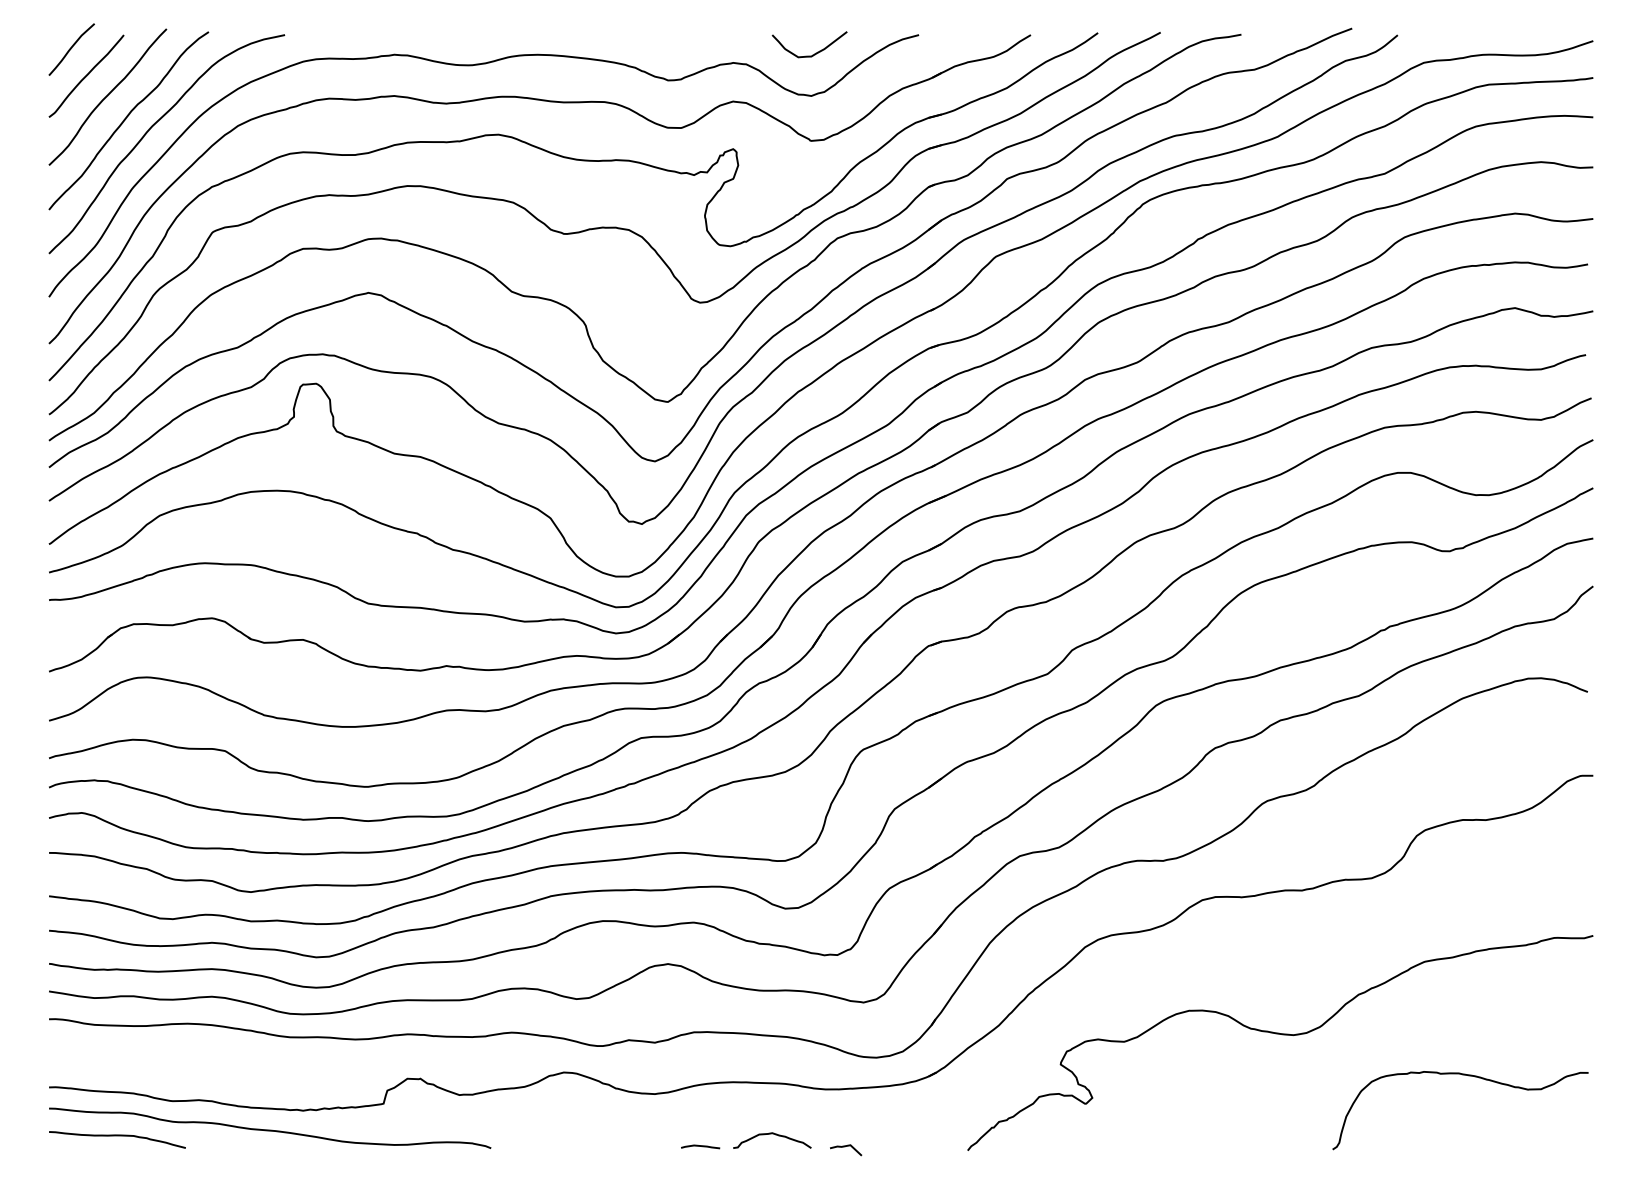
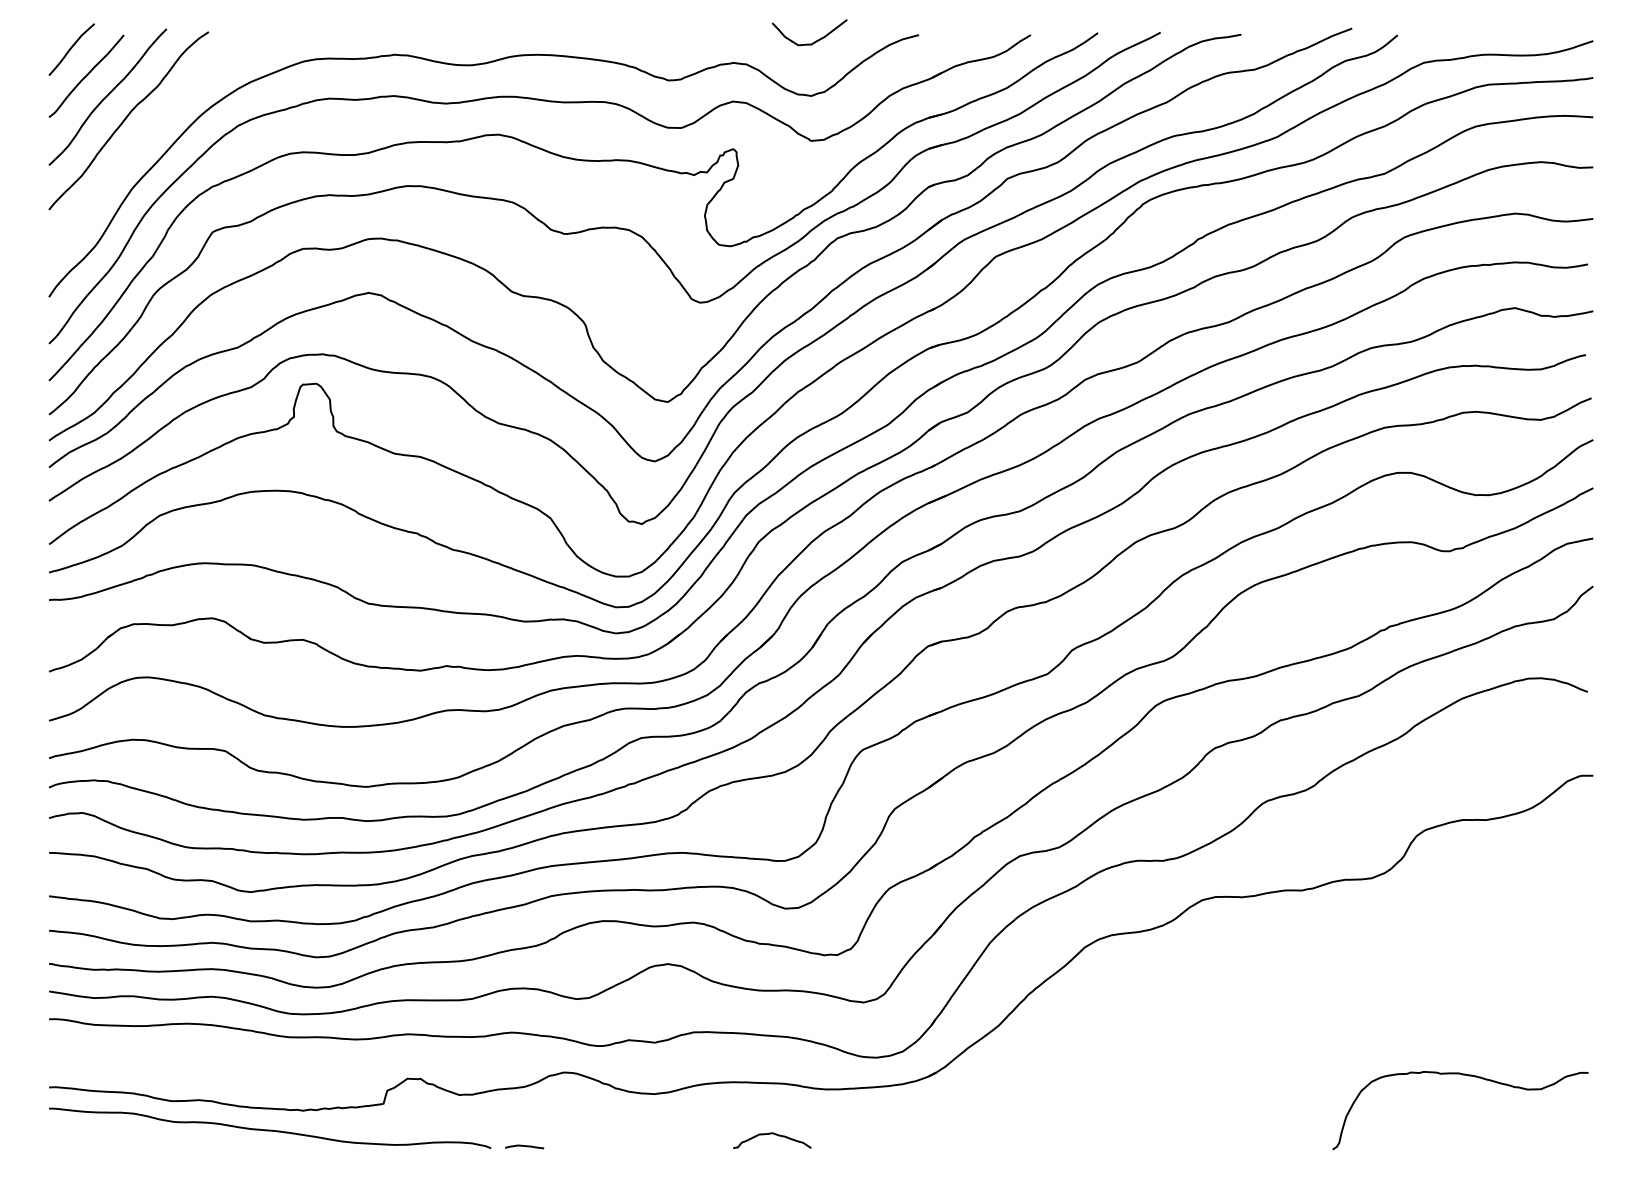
curve at (814, 53) position: (814, 53) -> (814, 41)
curve at (151, 128): present -> none
curve at (1282, 1035): present -> none
curve at (117, 1136): present -> none
curve at (700, 1146) position: (700, 1146) -> (524, 1146)
line at (845, 1147): present -> none
